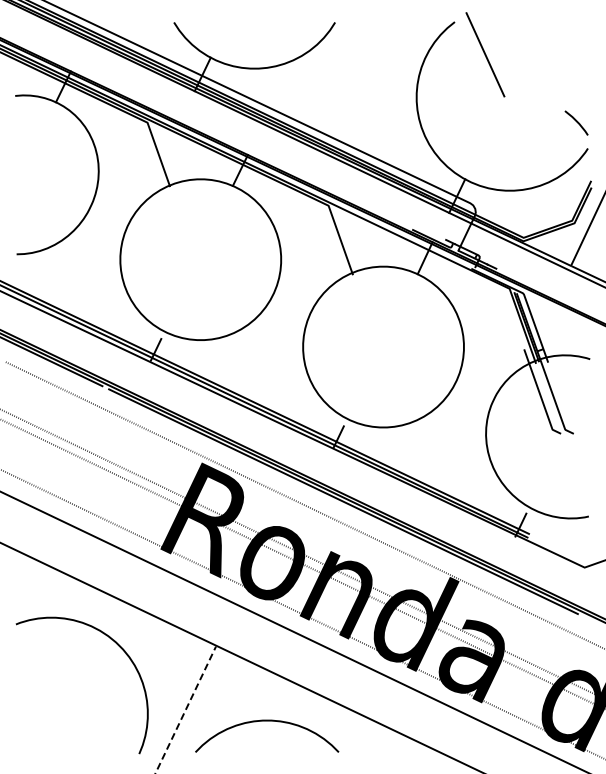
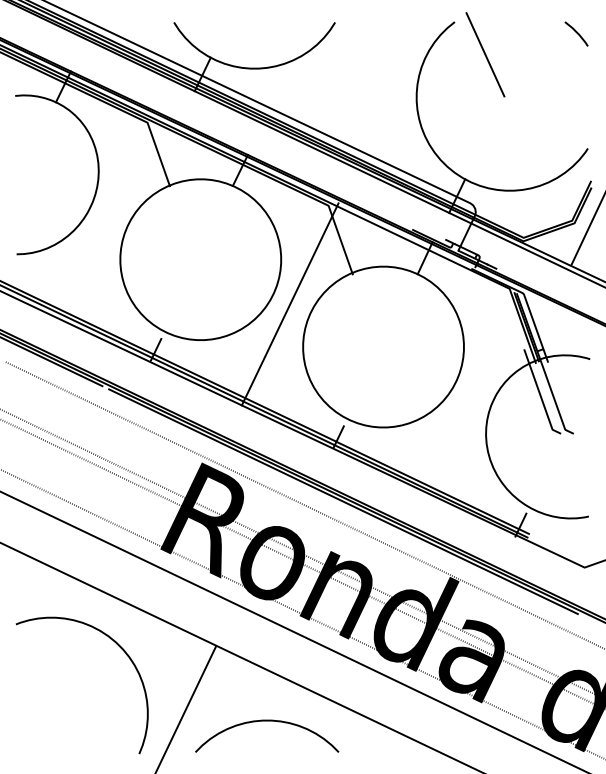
curve at (576, 122) position: (576, 122) -> (576, 33)
line at (289, 304): none -> present
line at (185, 709): dashed -> solid
